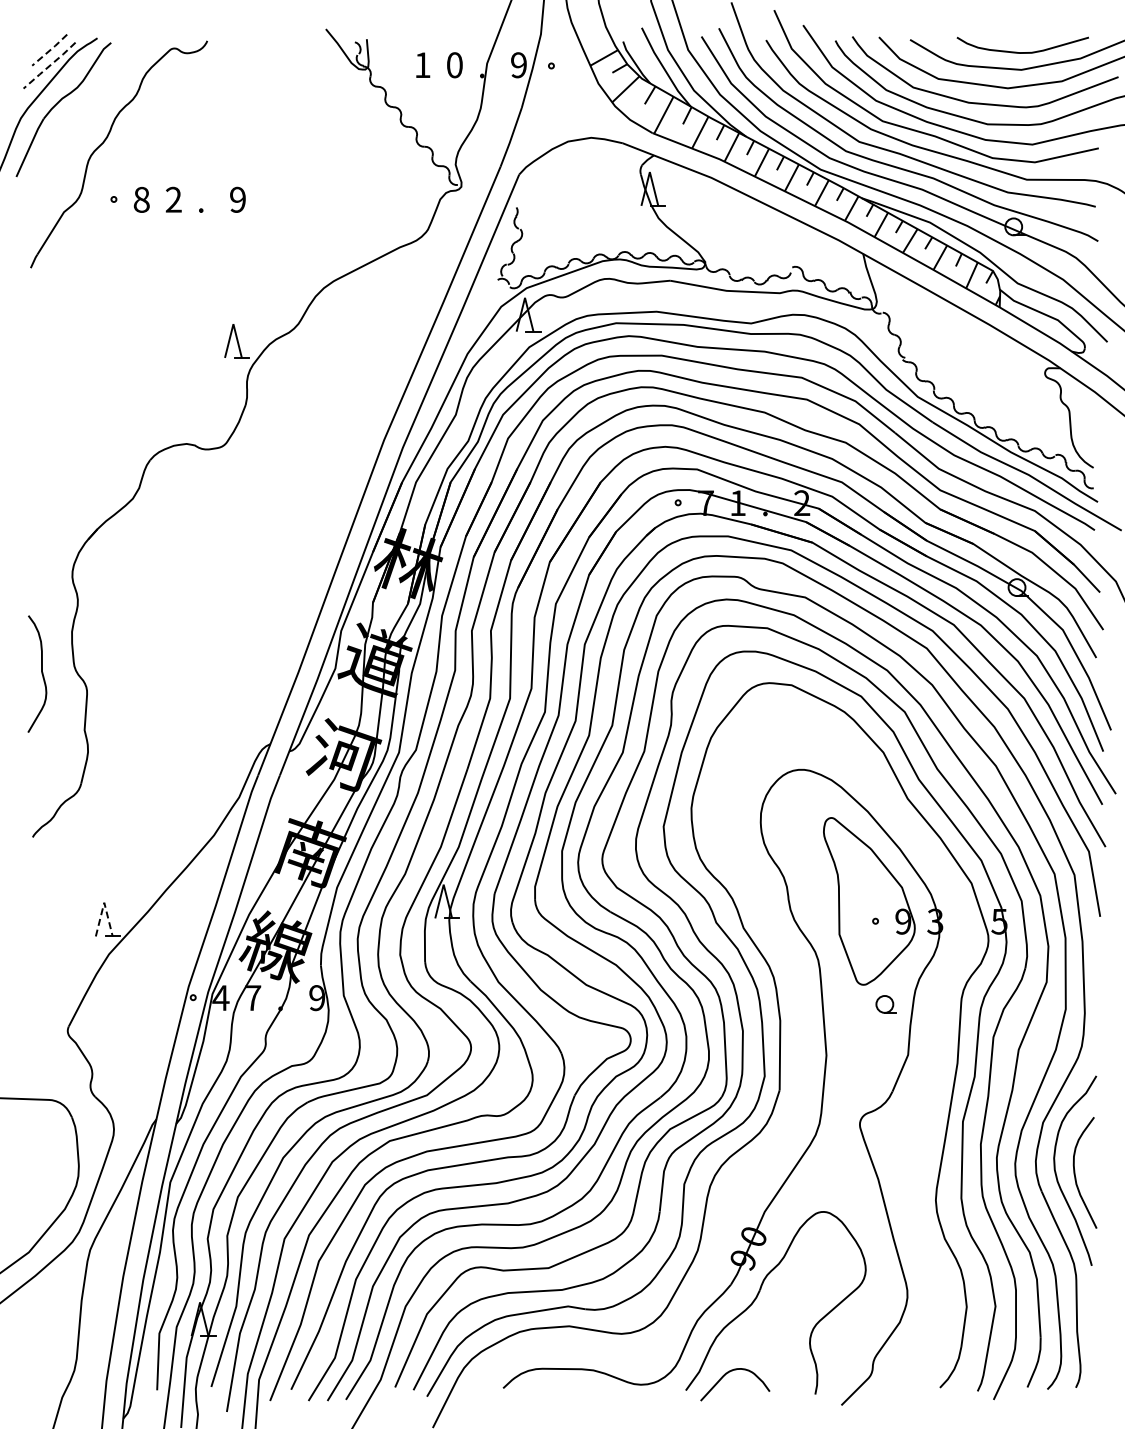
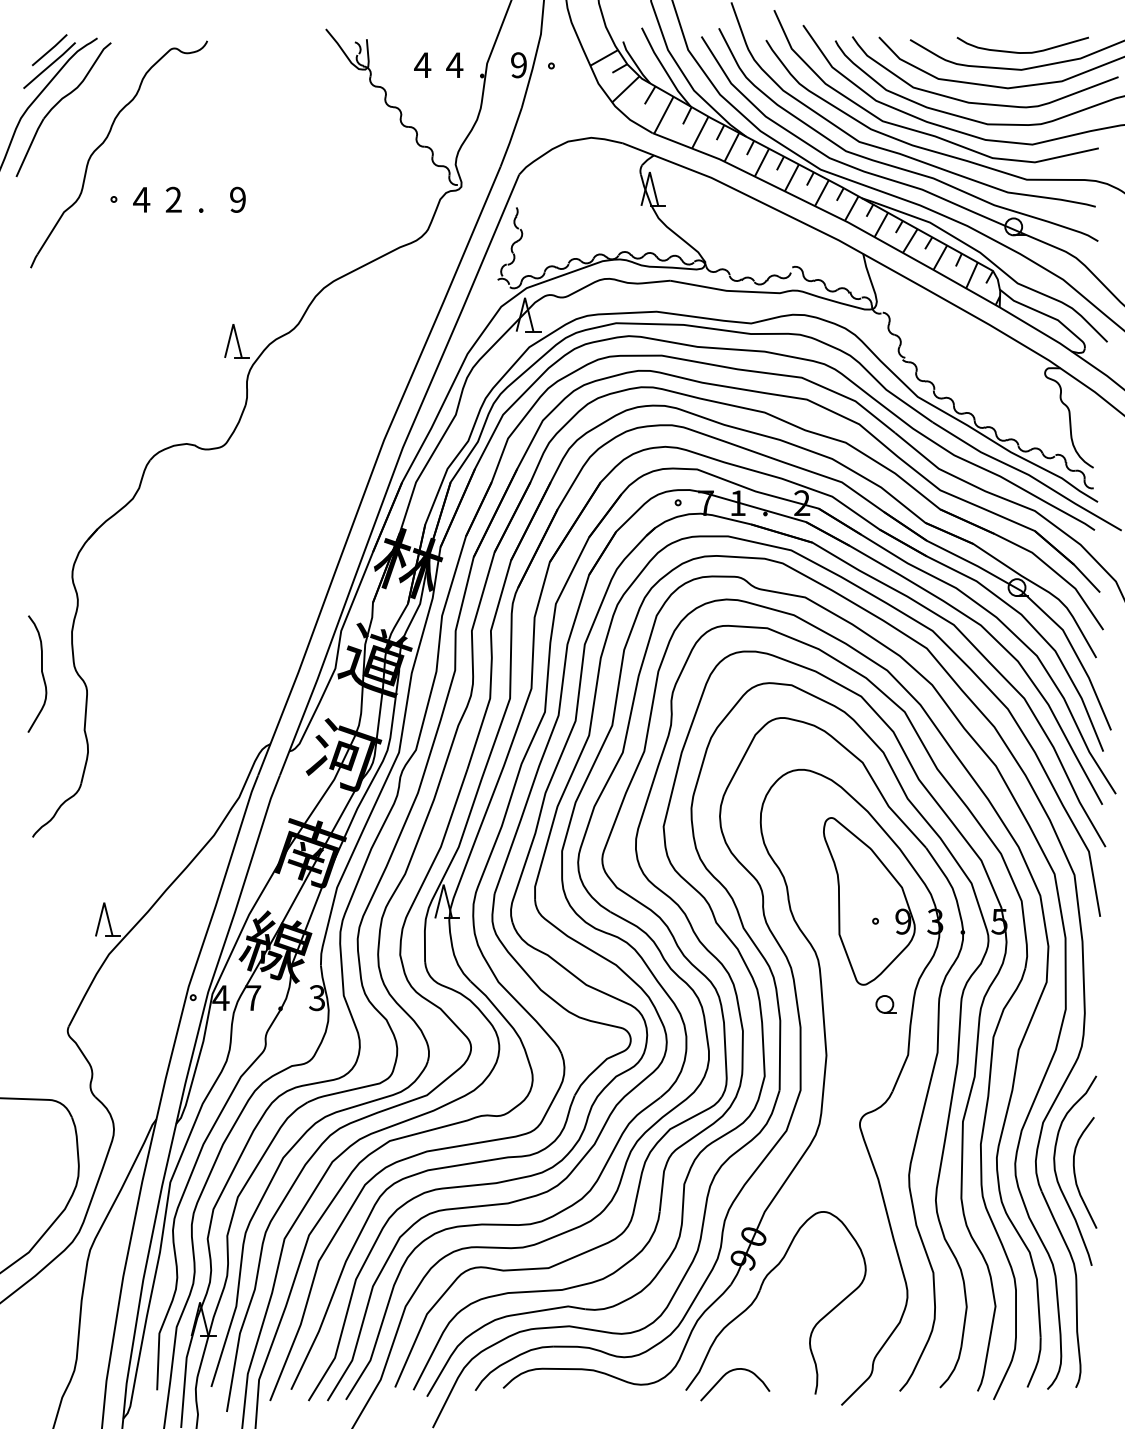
line at (50, 50): dashed -> solid
text at (422, 64): 1 -> 4
text at (454, 65): 0 -> 4
line at (49, 66): dashed -> solid
text at (141, 199): 8 -> 4
line at (104, 902): dashed -> solid
text at (317, 998): 9 -> 3
part at (799, 1054): none -> present
